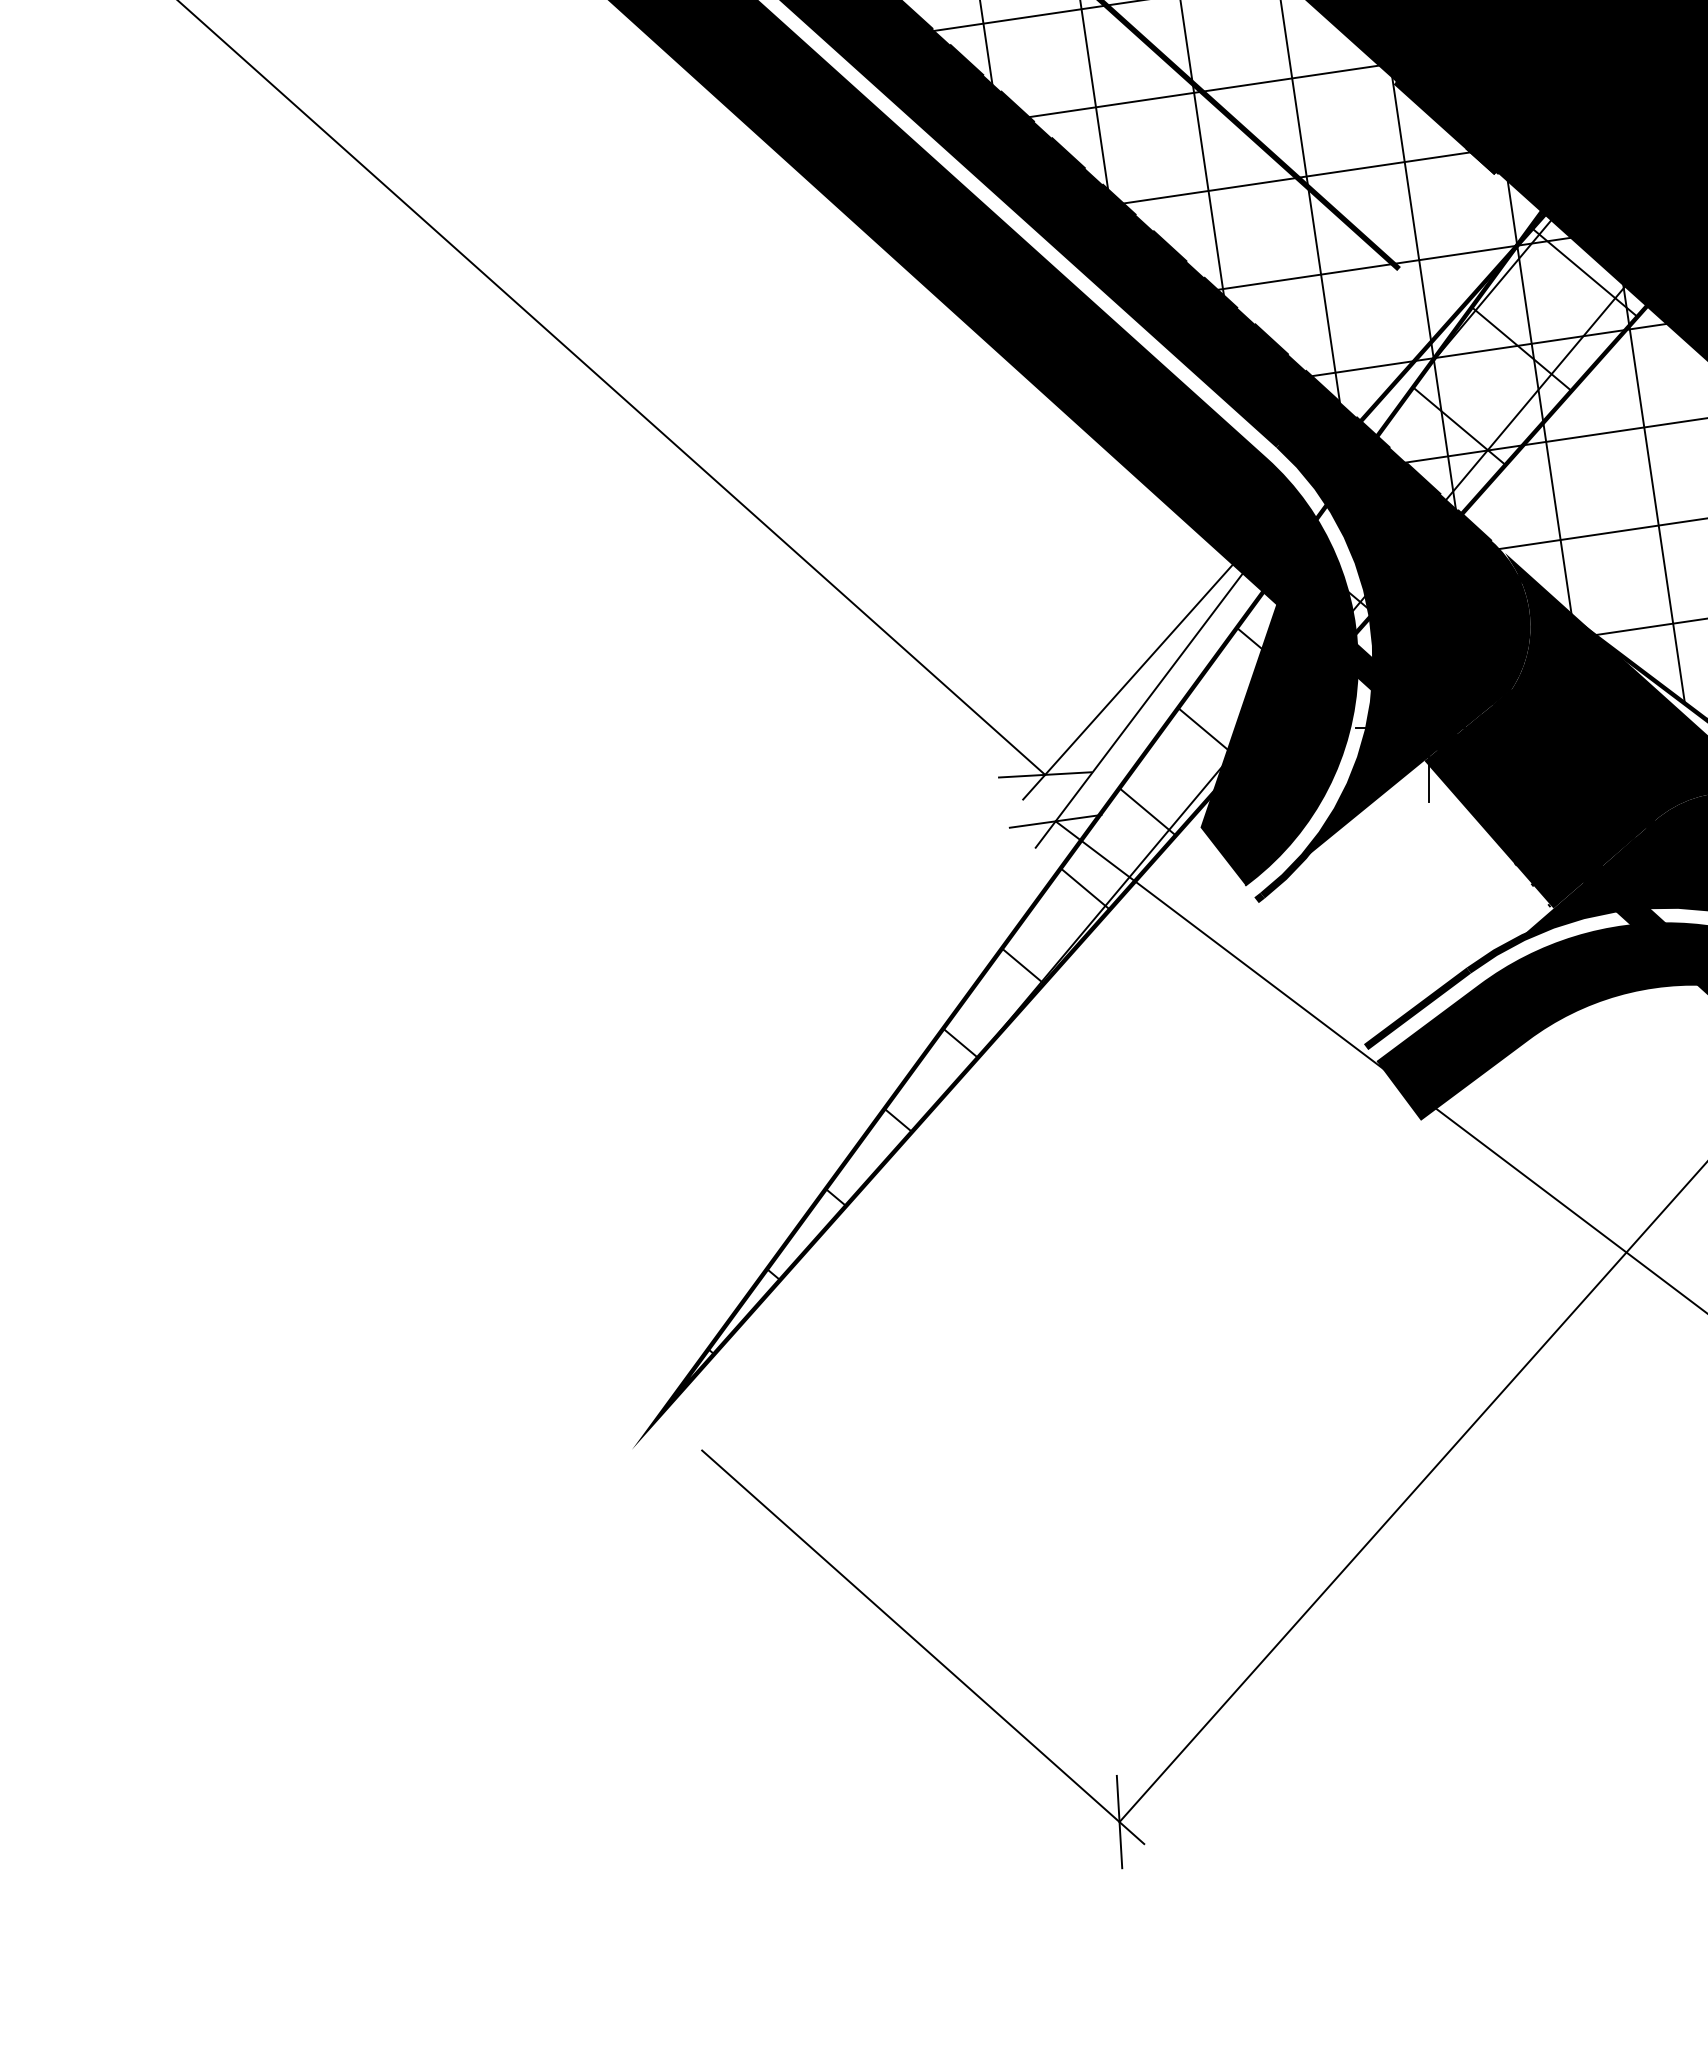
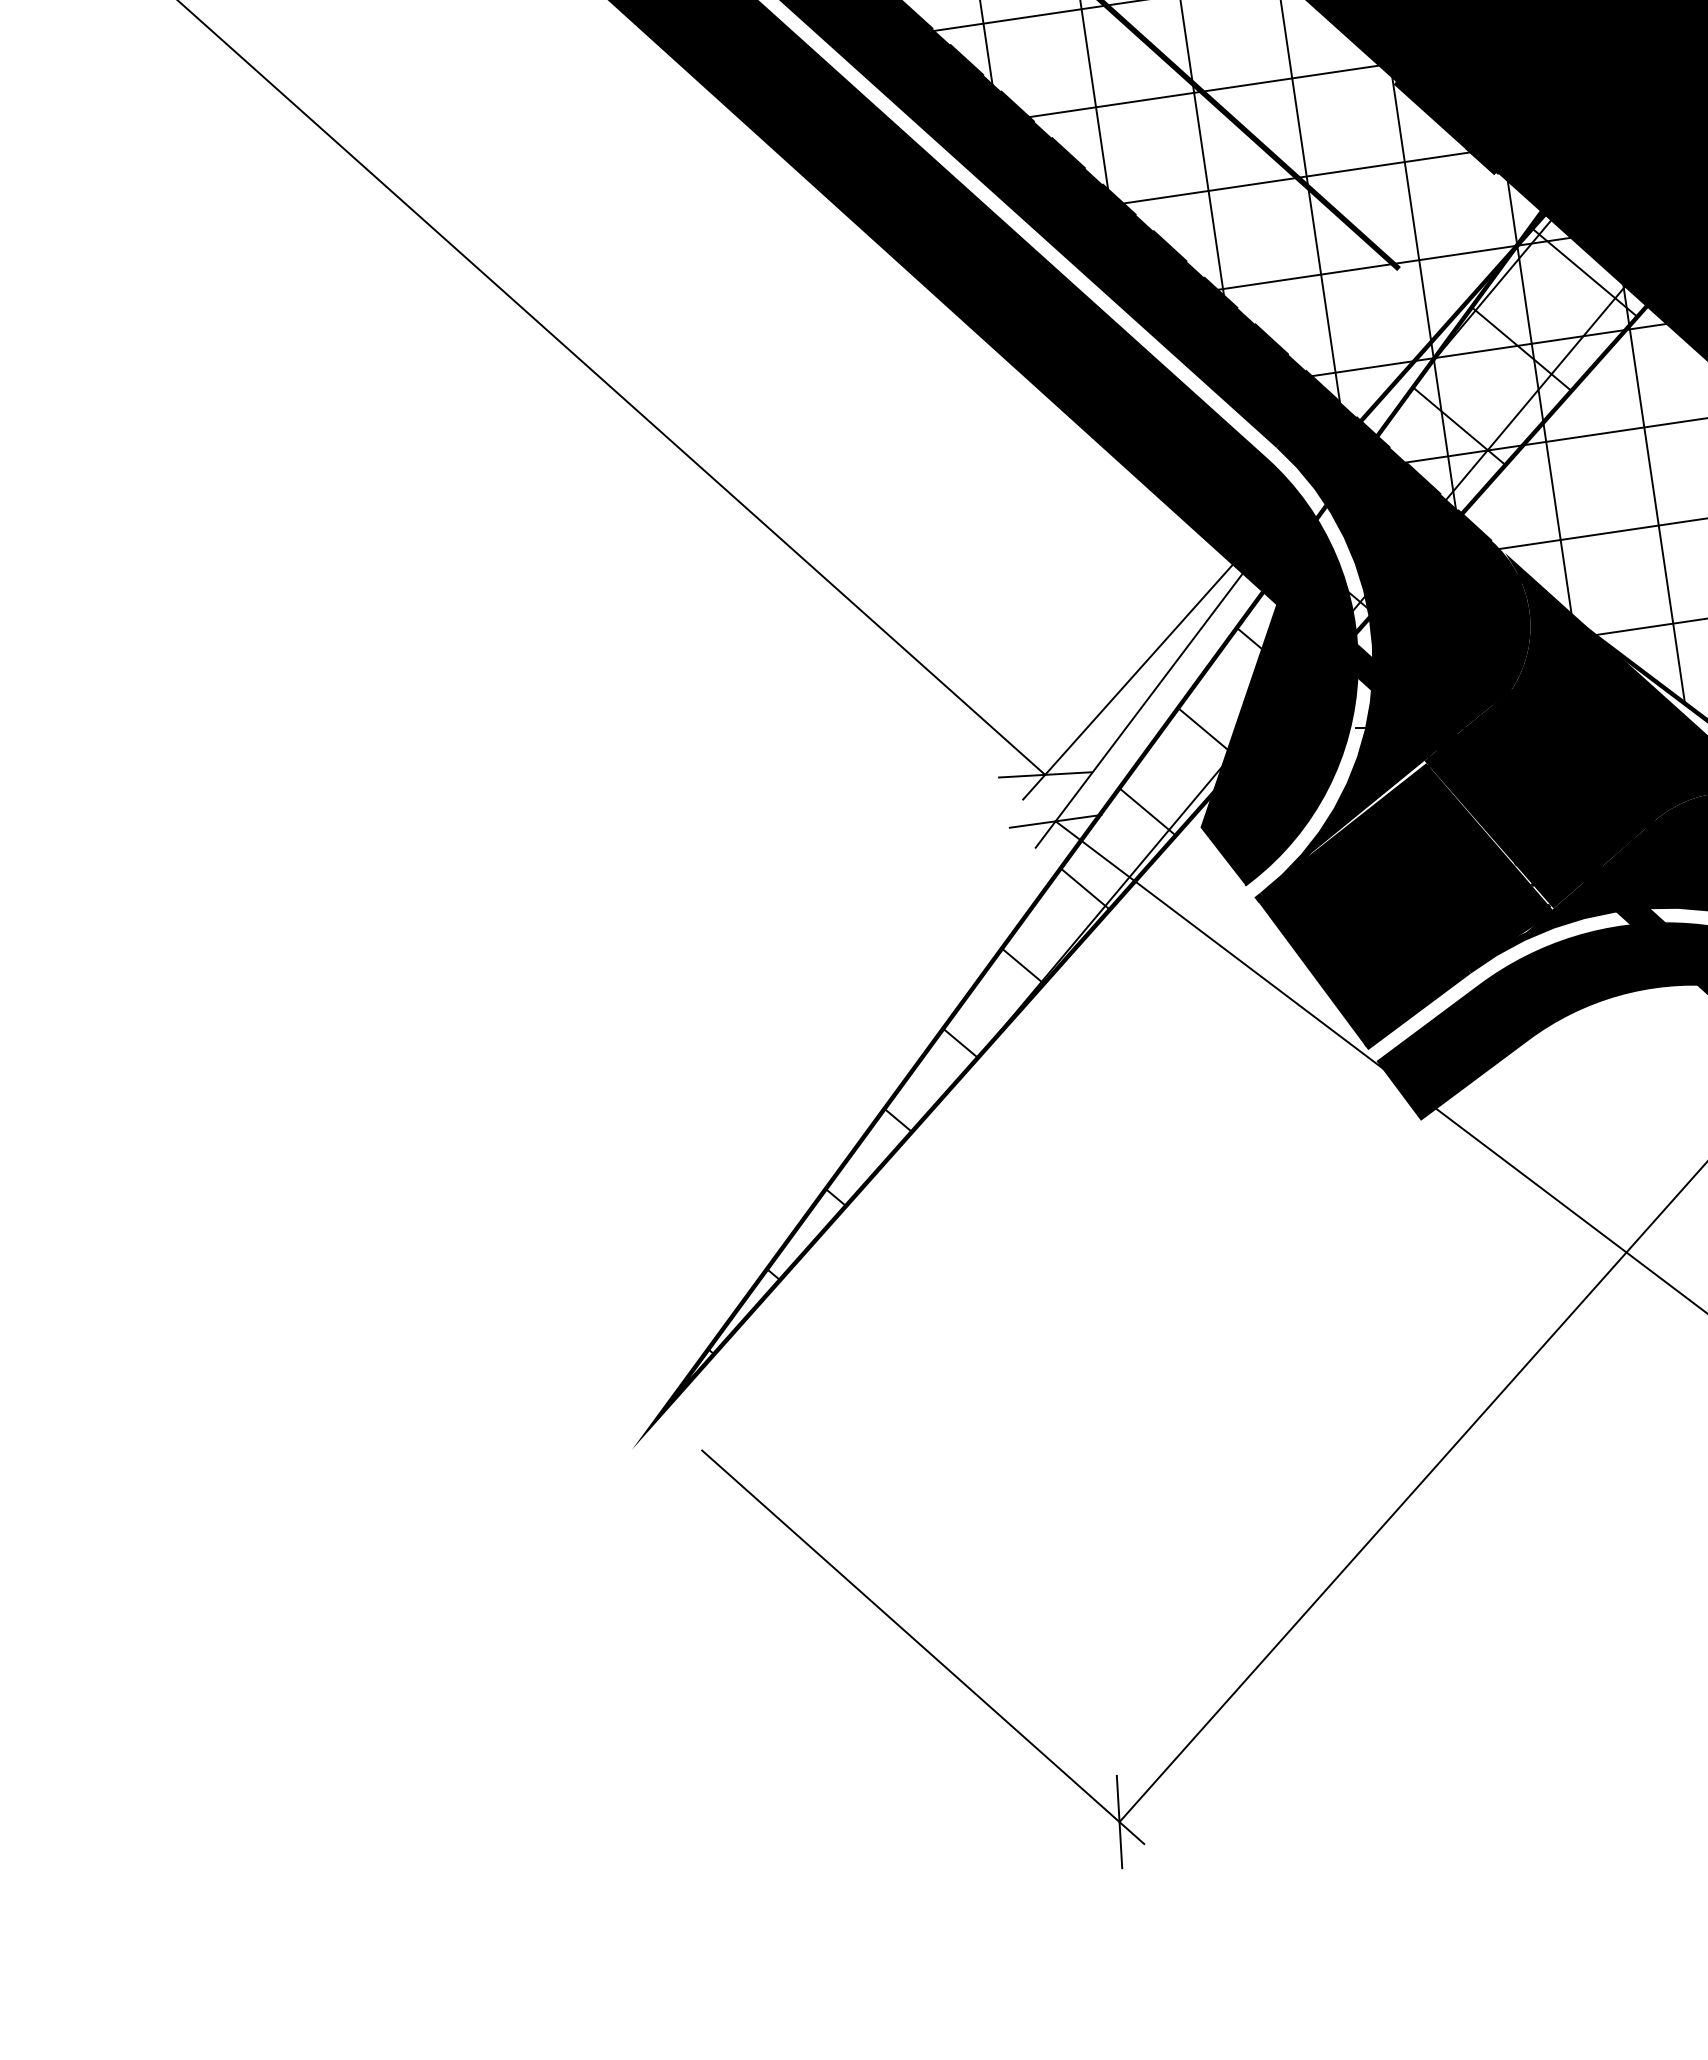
fill at (1405, 905): none -> present
